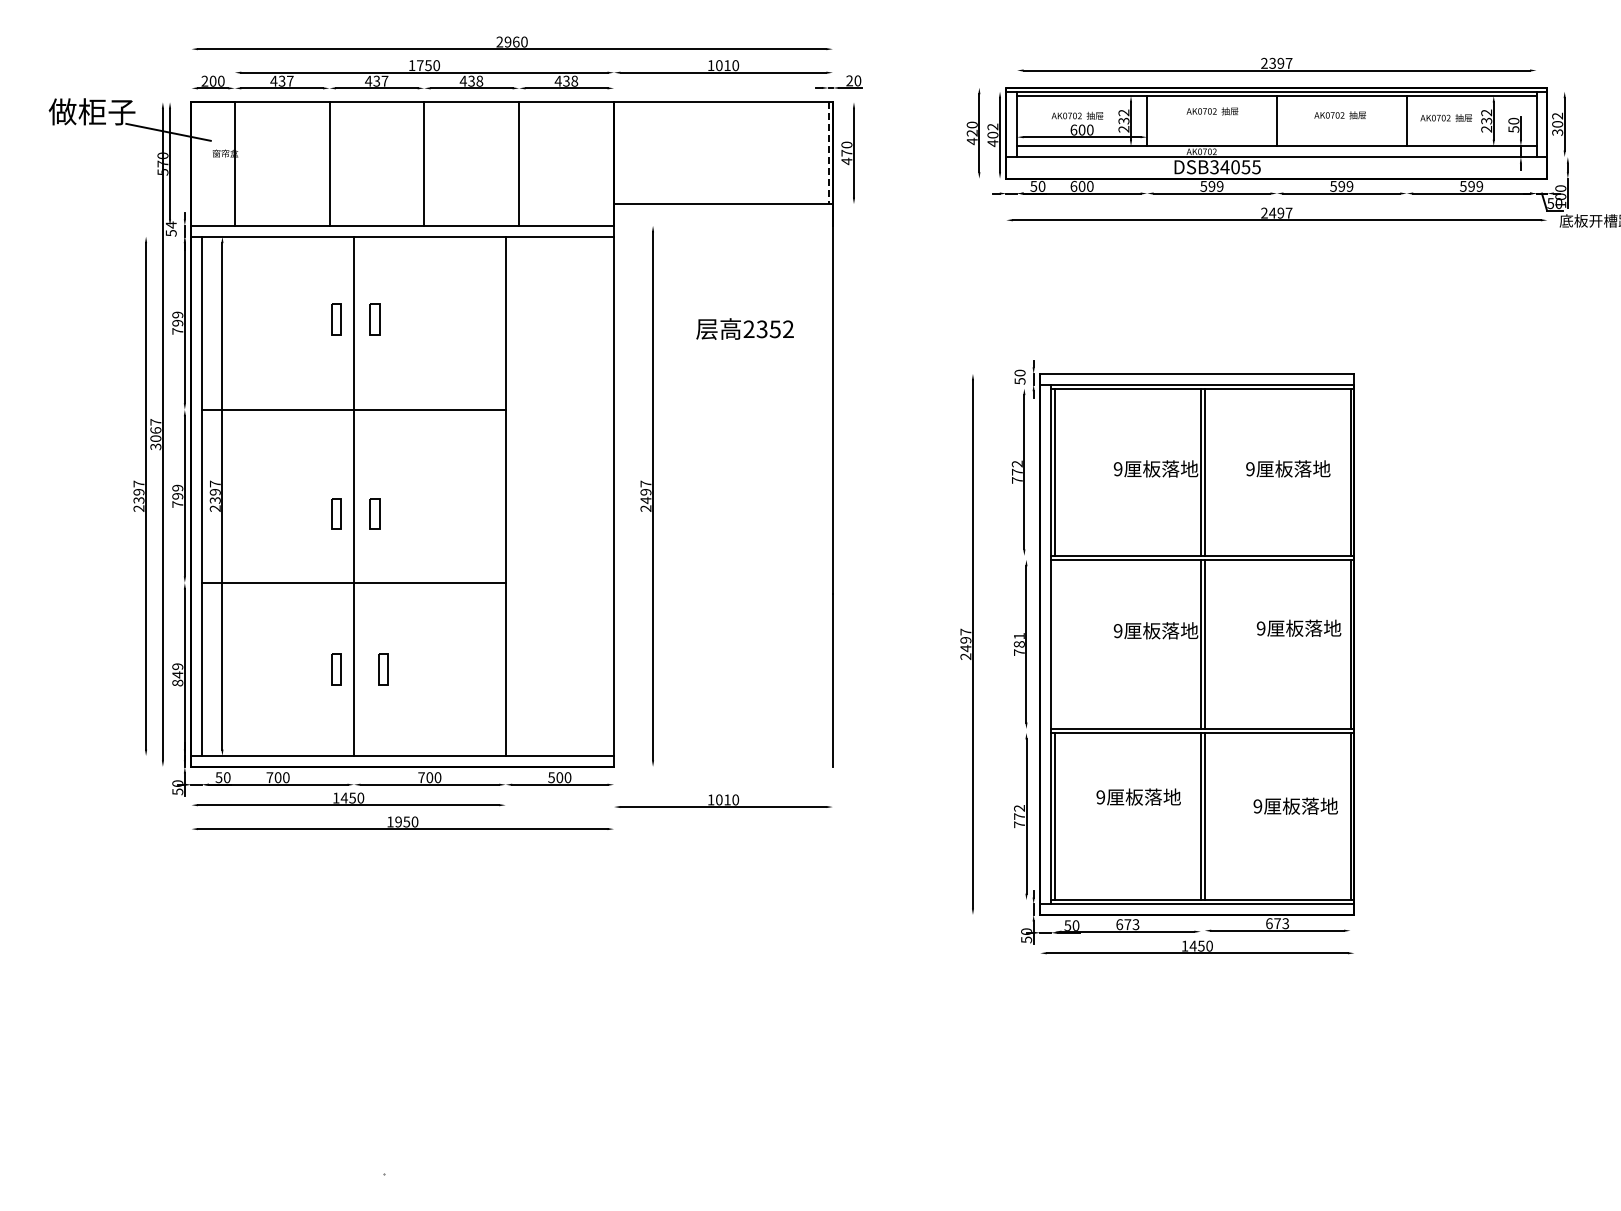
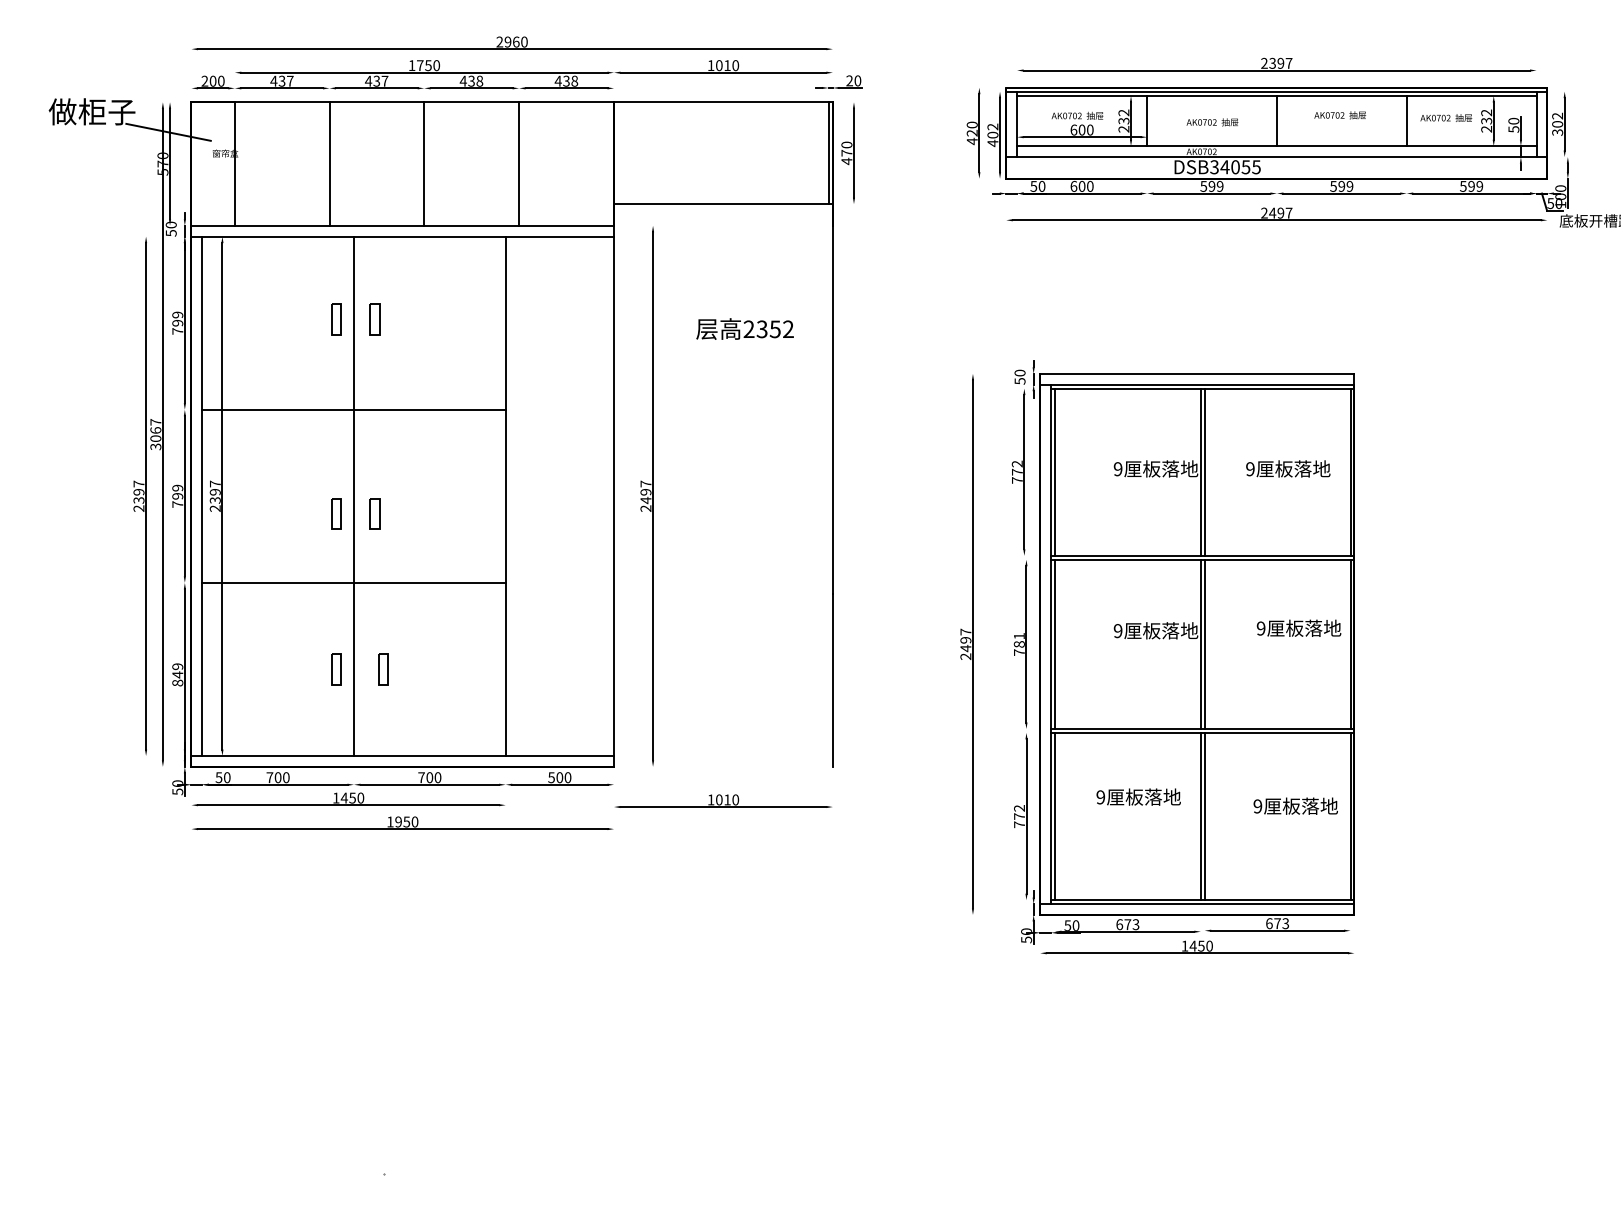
text at (1212, 111) position: (1212, 111) -> (1212, 122)
line at (828, 153): dashed -> solid
text at (170, 224): 54 -> 50
line at (1054, 644): none -> present
